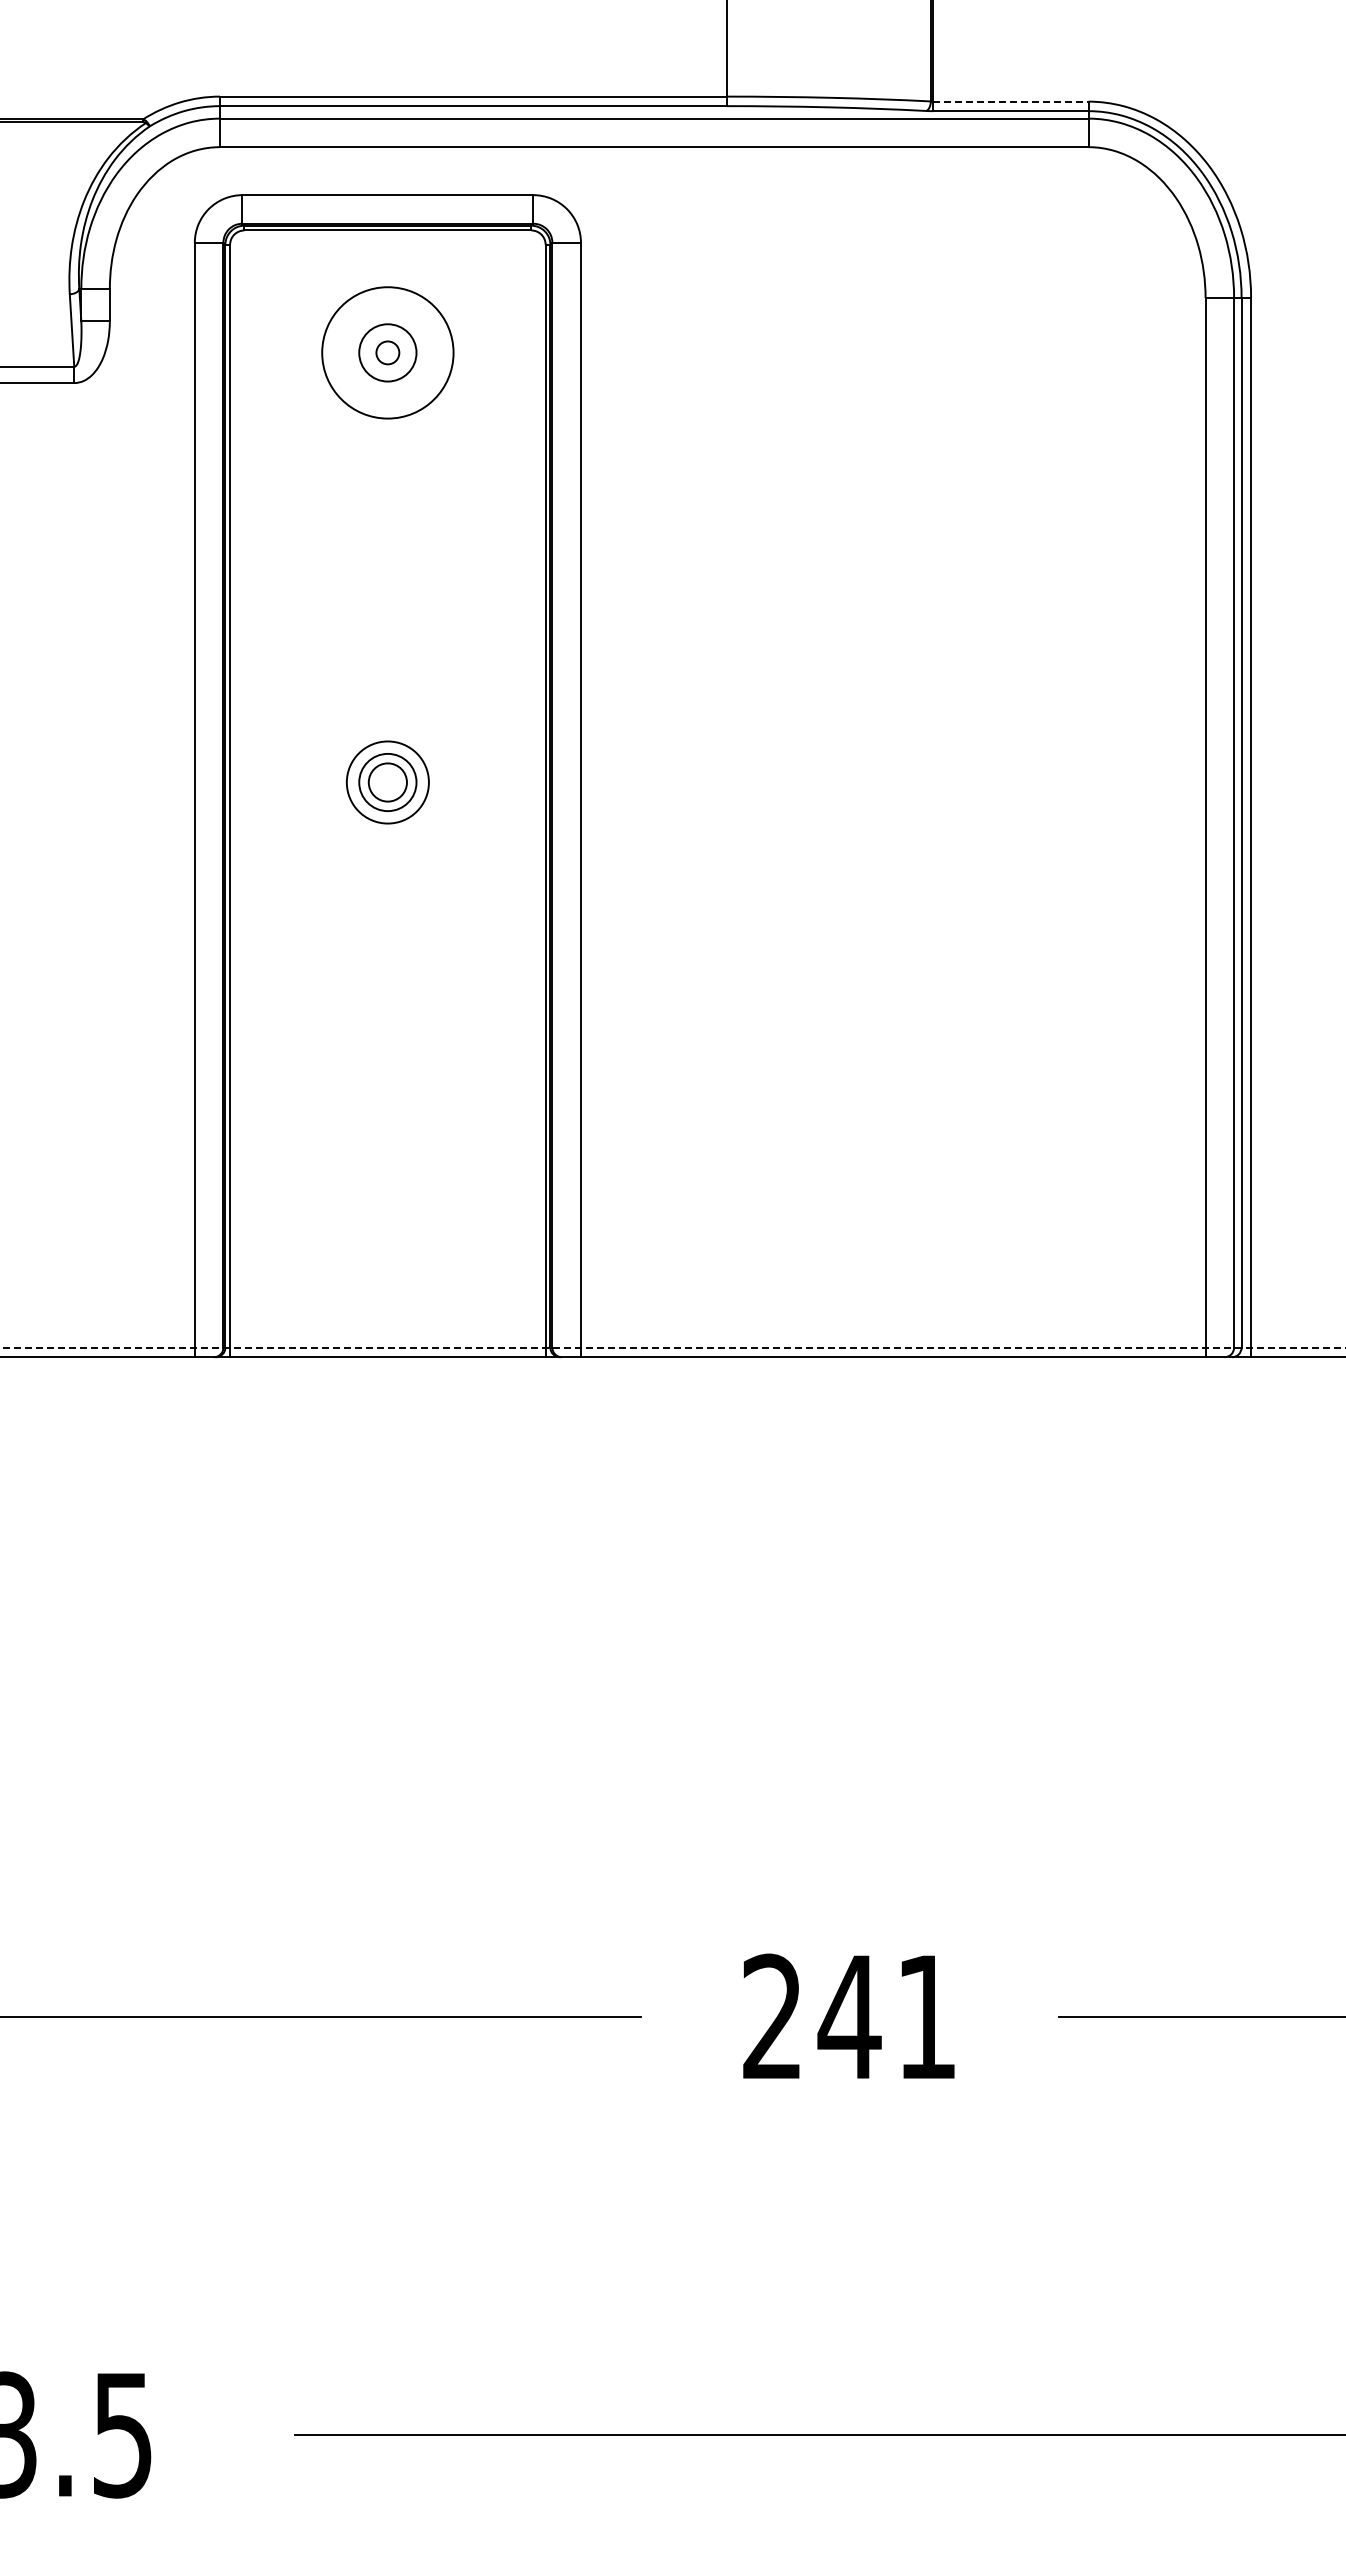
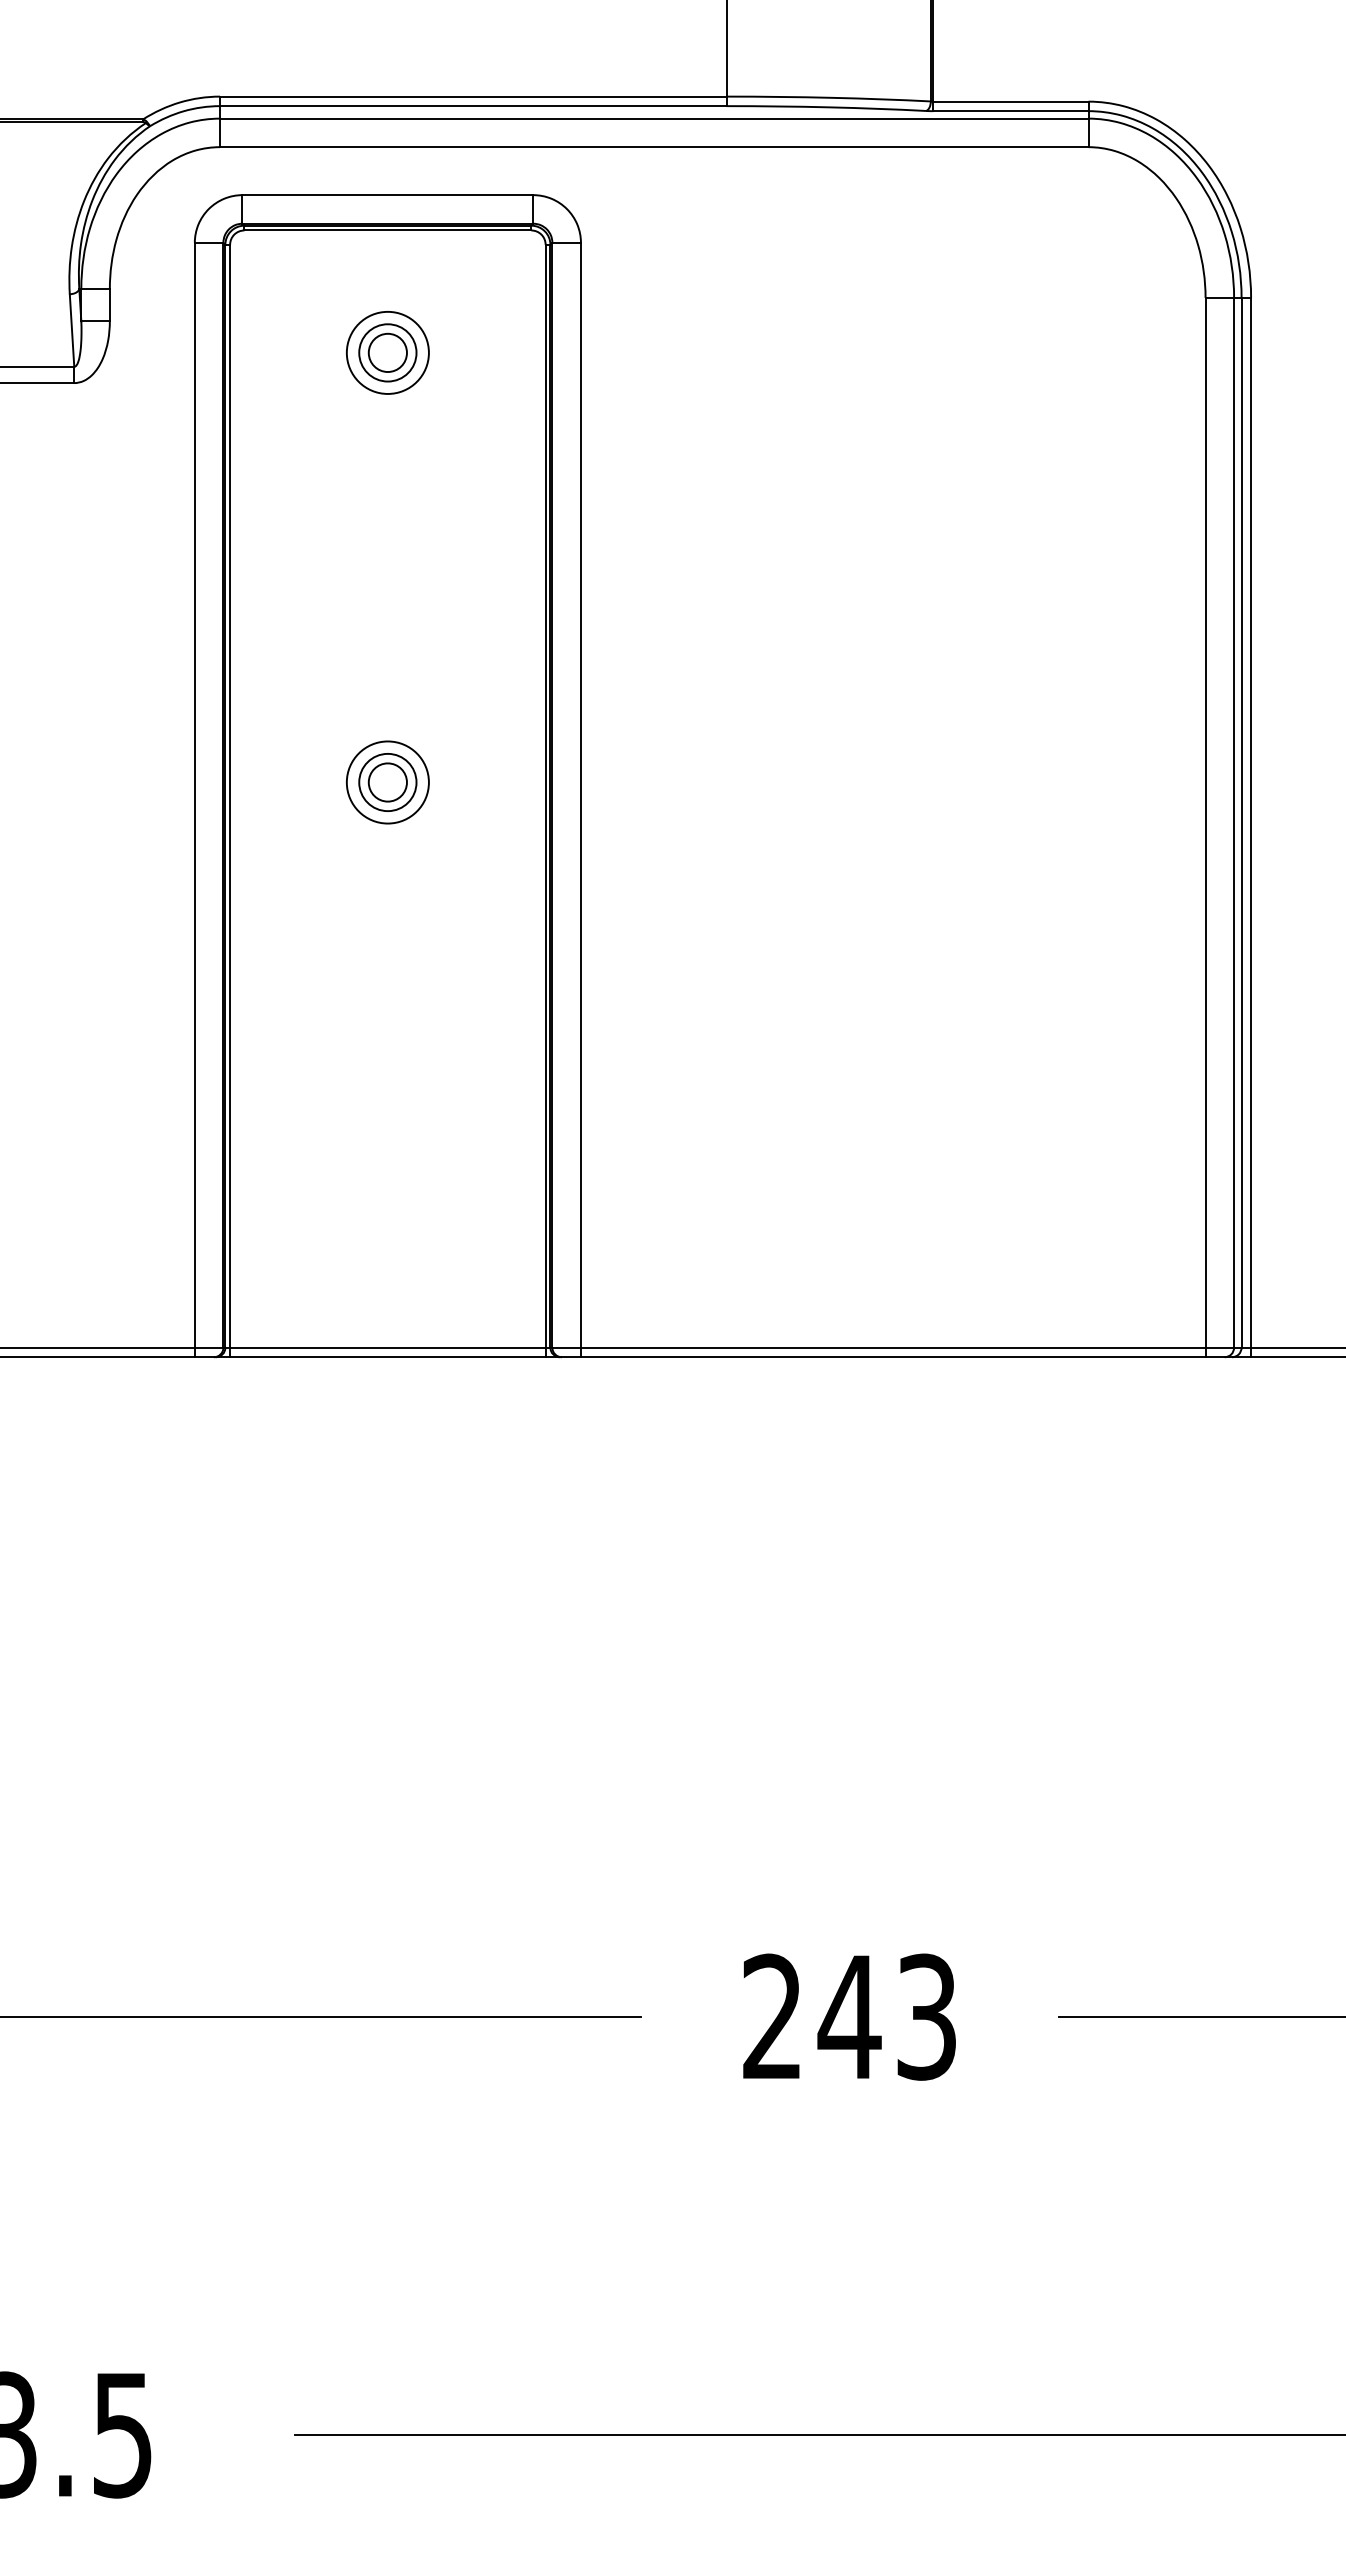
line at (1010, 101): dashed -> solid
circle at (387, 352) diameter: 131 px -> 82 px
circle at (387, 352) diameter: 23 px -> 38 px
line at (673, 1347): dashed -> solid
text at (926, 2016): 241 -> 243
